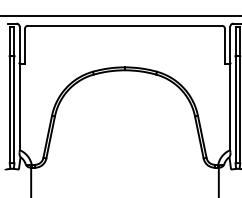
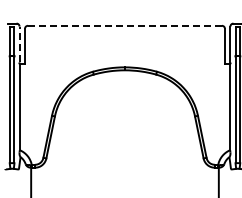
line at (120, 16): present -> none
line at (125, 25): solid -> dashed
line at (19, 44): solid -> dashed
